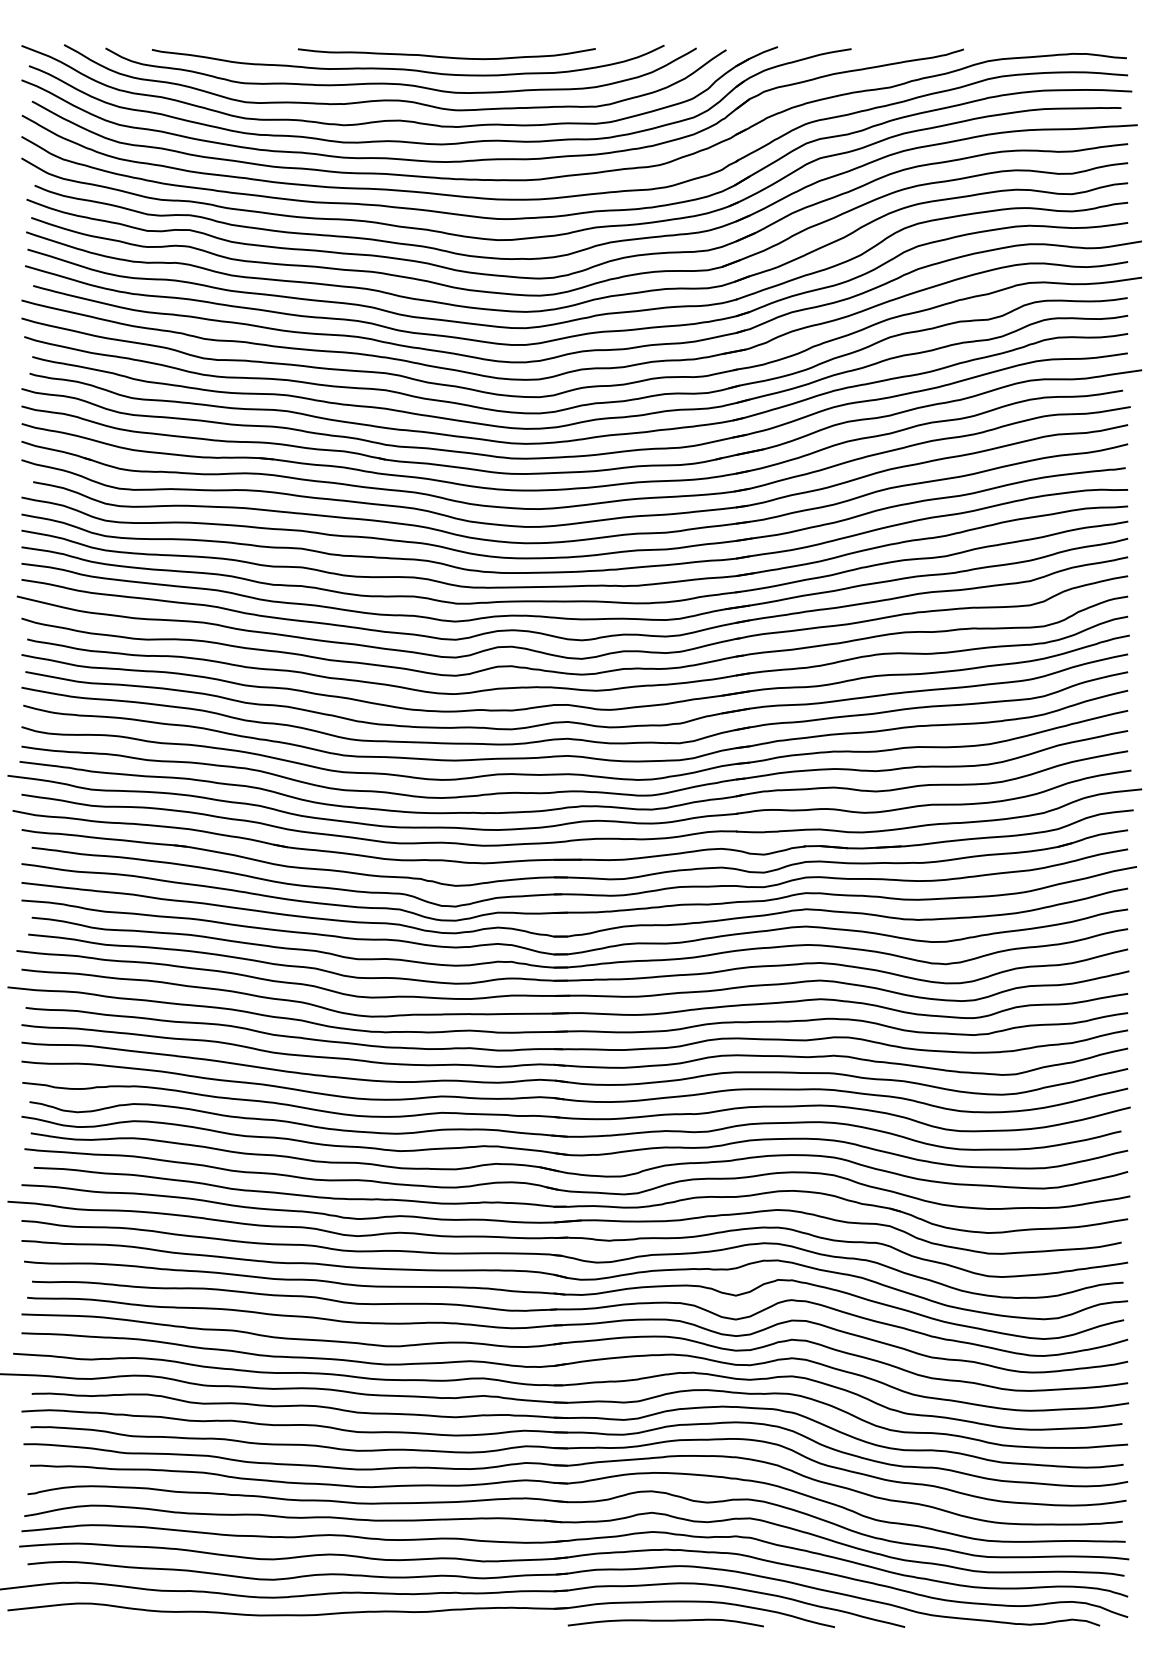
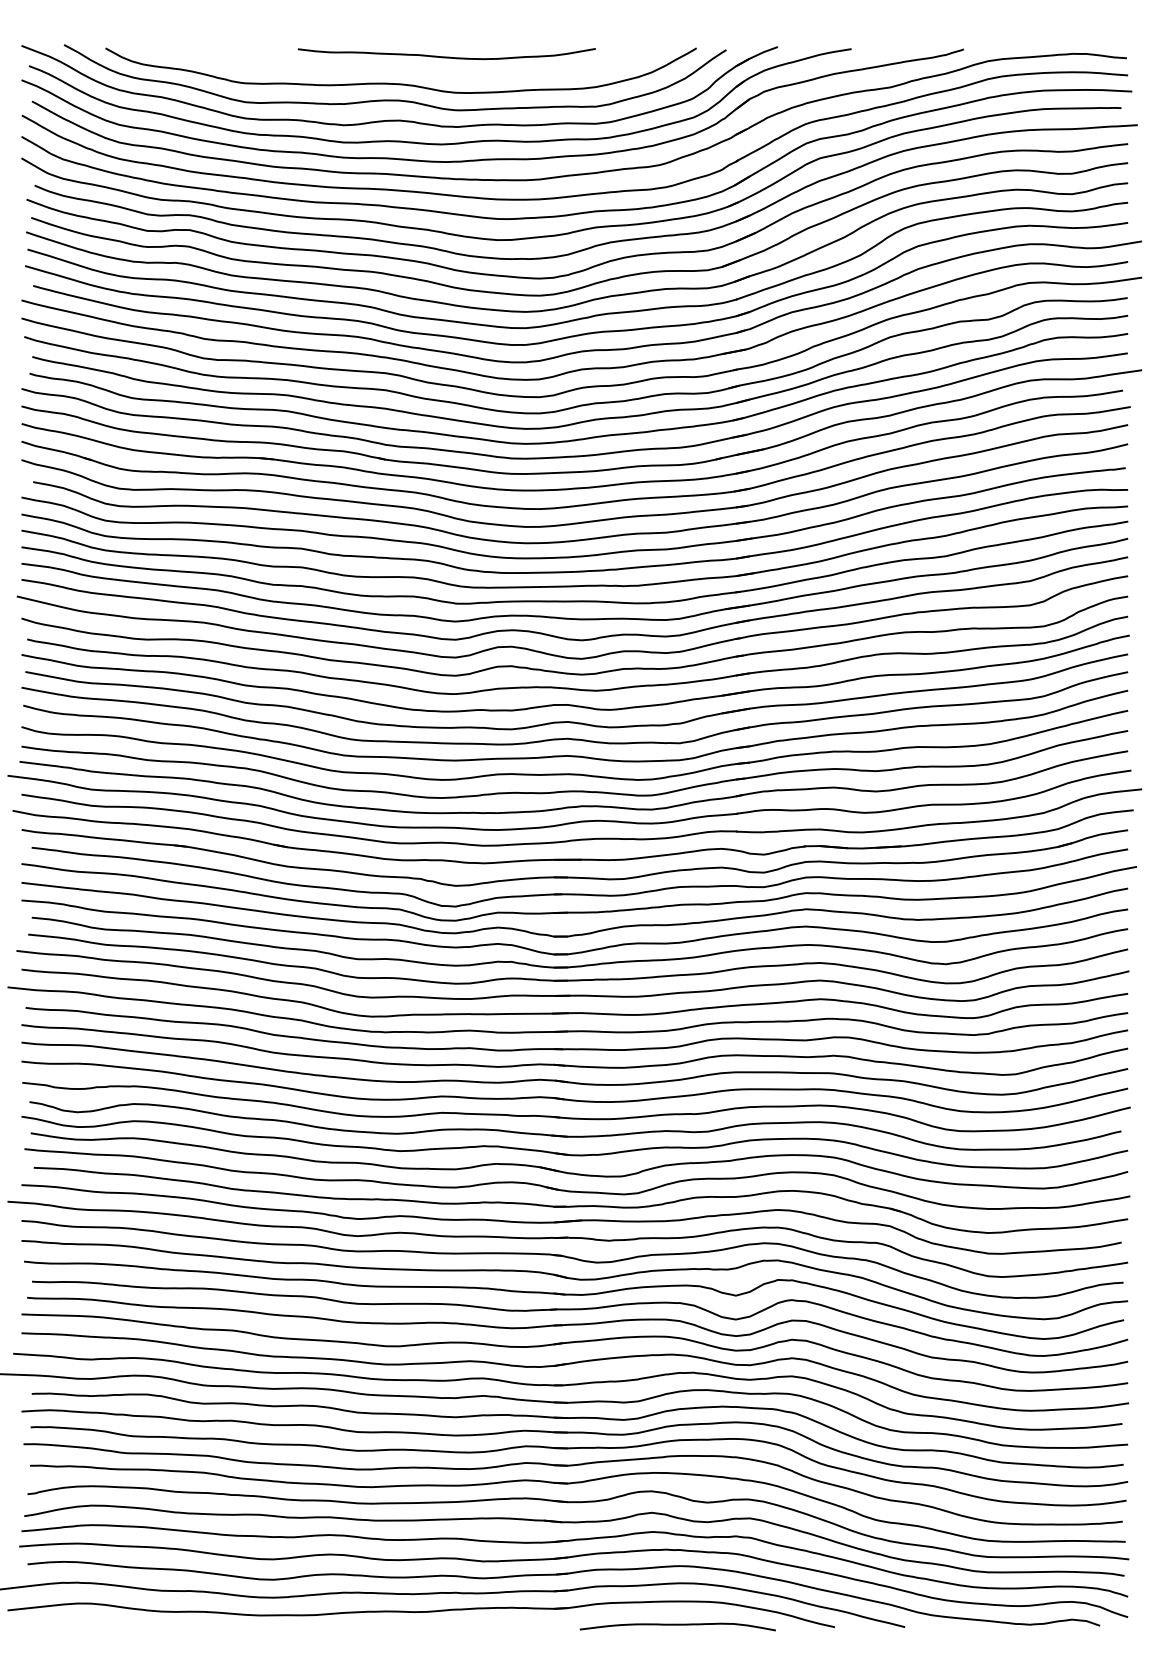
curve at (407, 68): present -> none
curve at (665, 1621) position: (665, 1621) -> (677, 1625)
